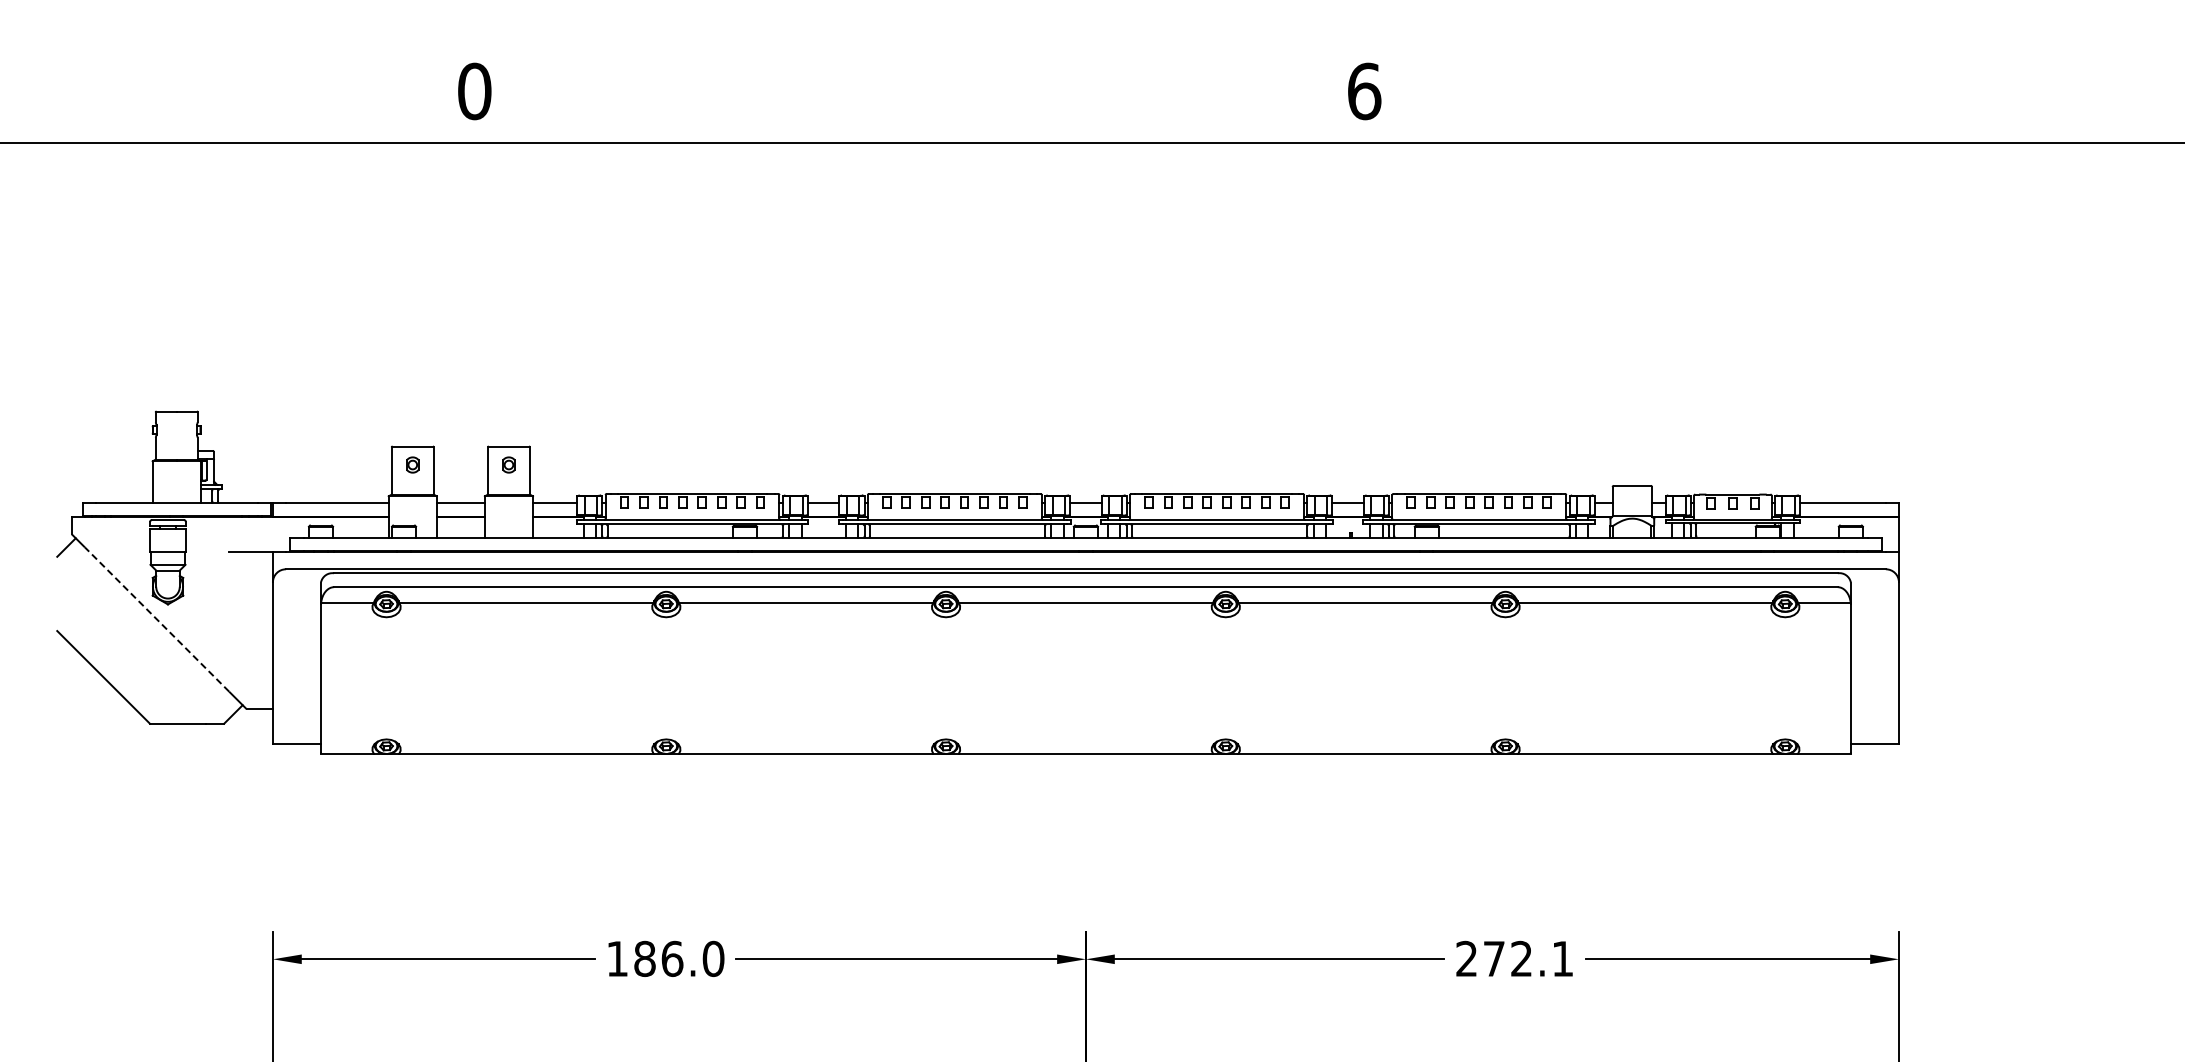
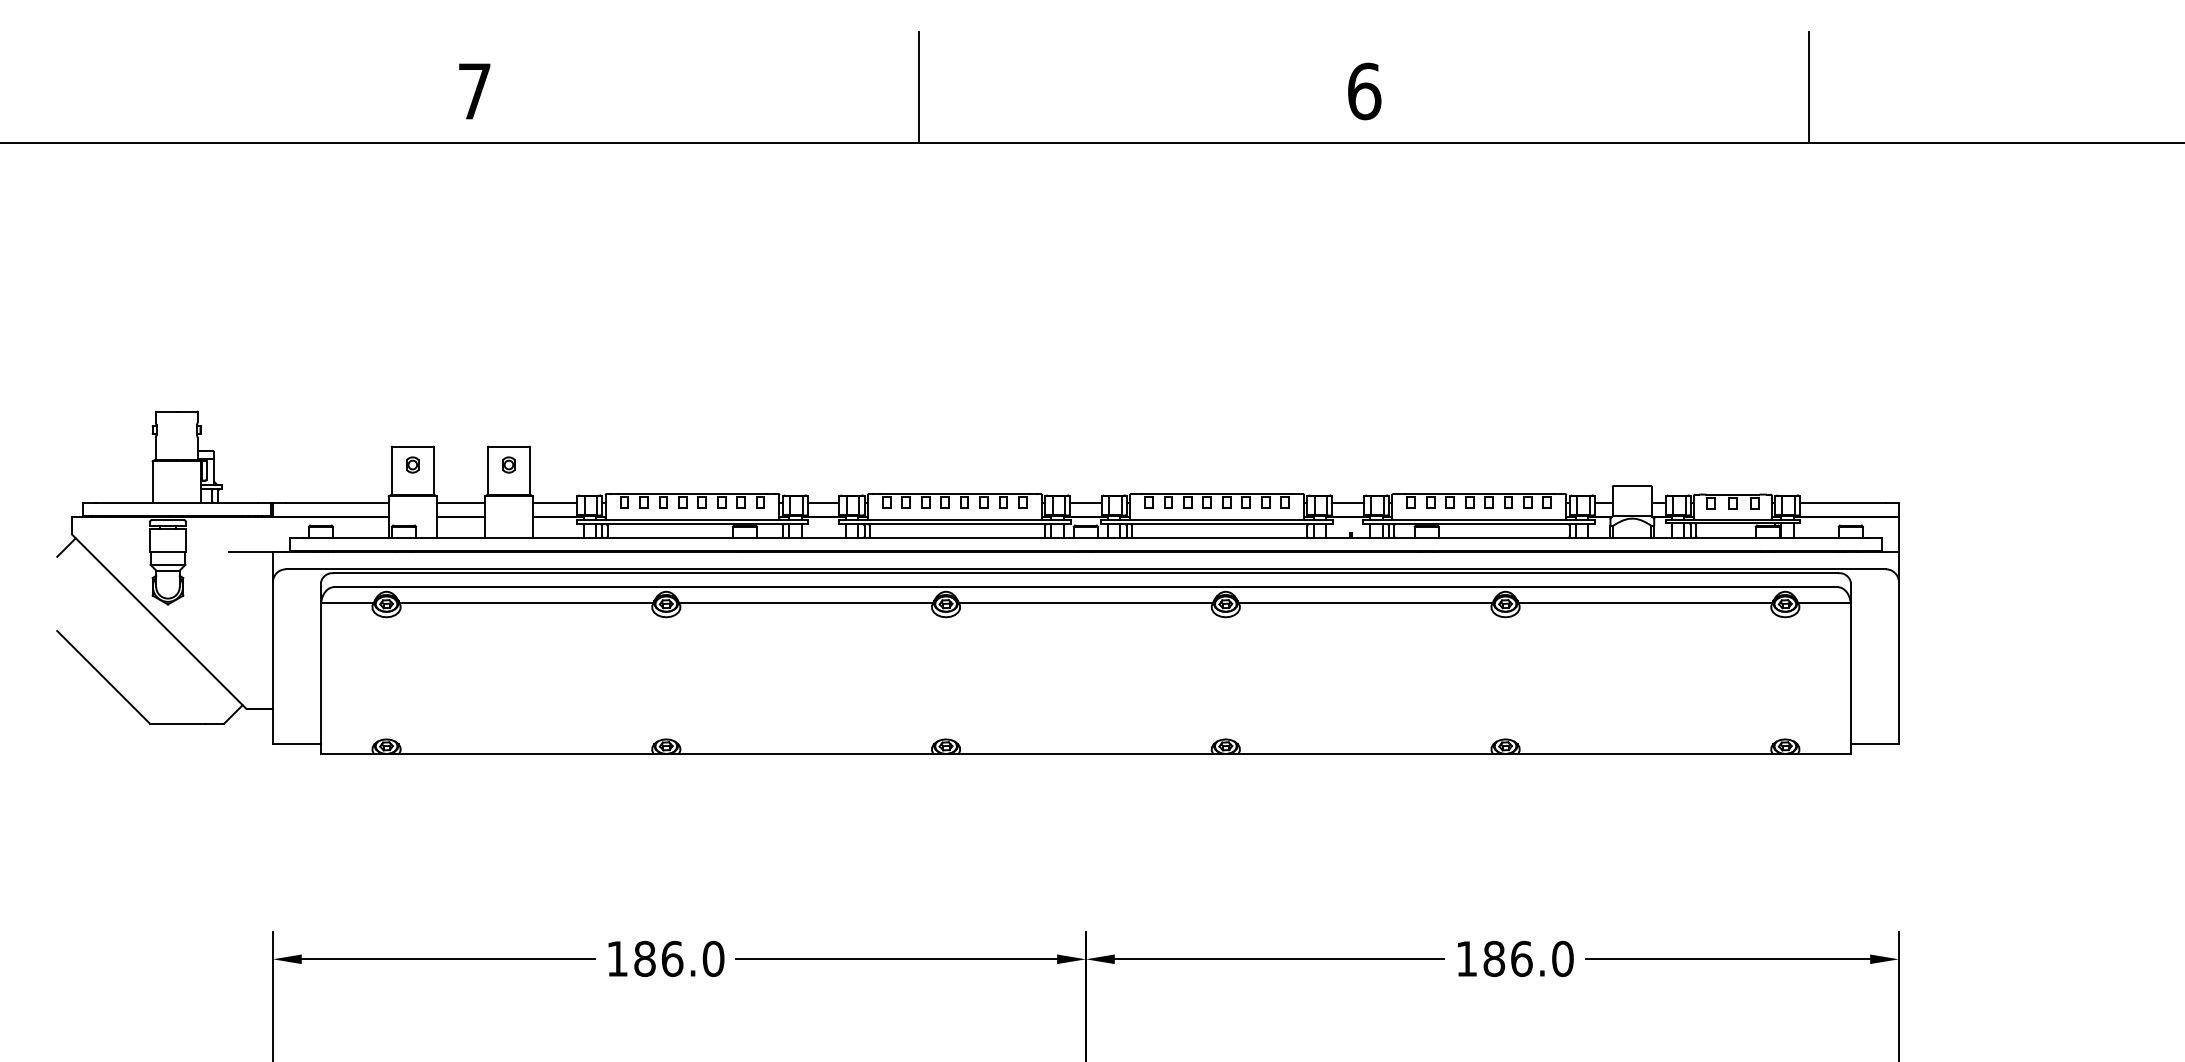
line at (919, 86): none -> present
line at (1808, 86): none -> present
text at (474, 91): 0 -> 7
line at (157, 619): dashed -> solid
text at (1514, 958): 272.1 -> 186.0
